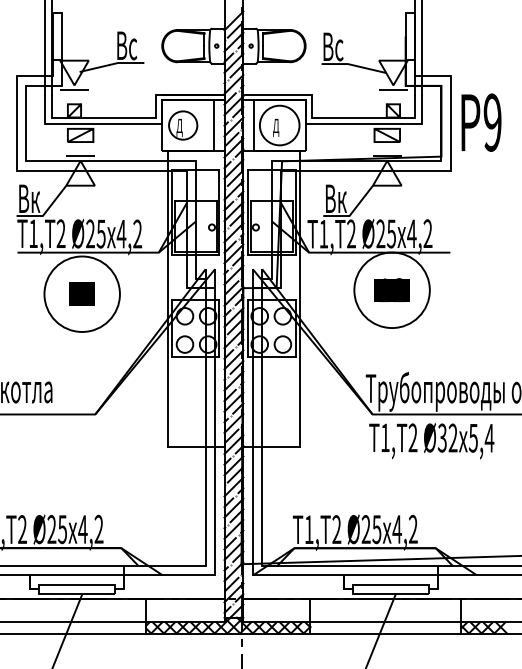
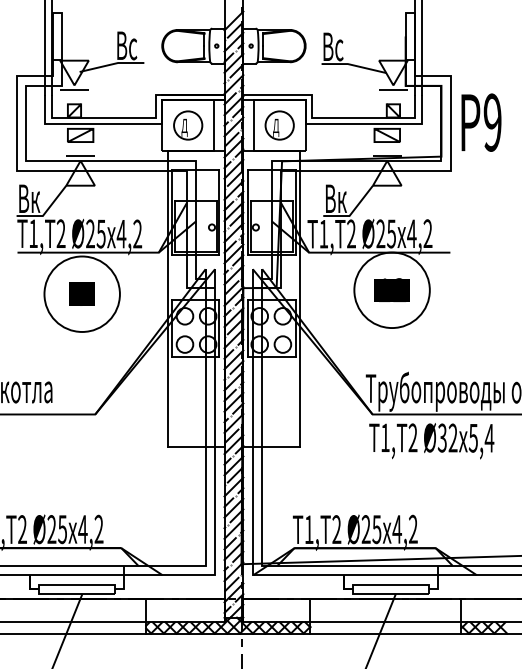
part at (183, 125) position: (183, 125) -> (188, 125)
circle at (279, 125) diameter: 40 px -> 28 px
